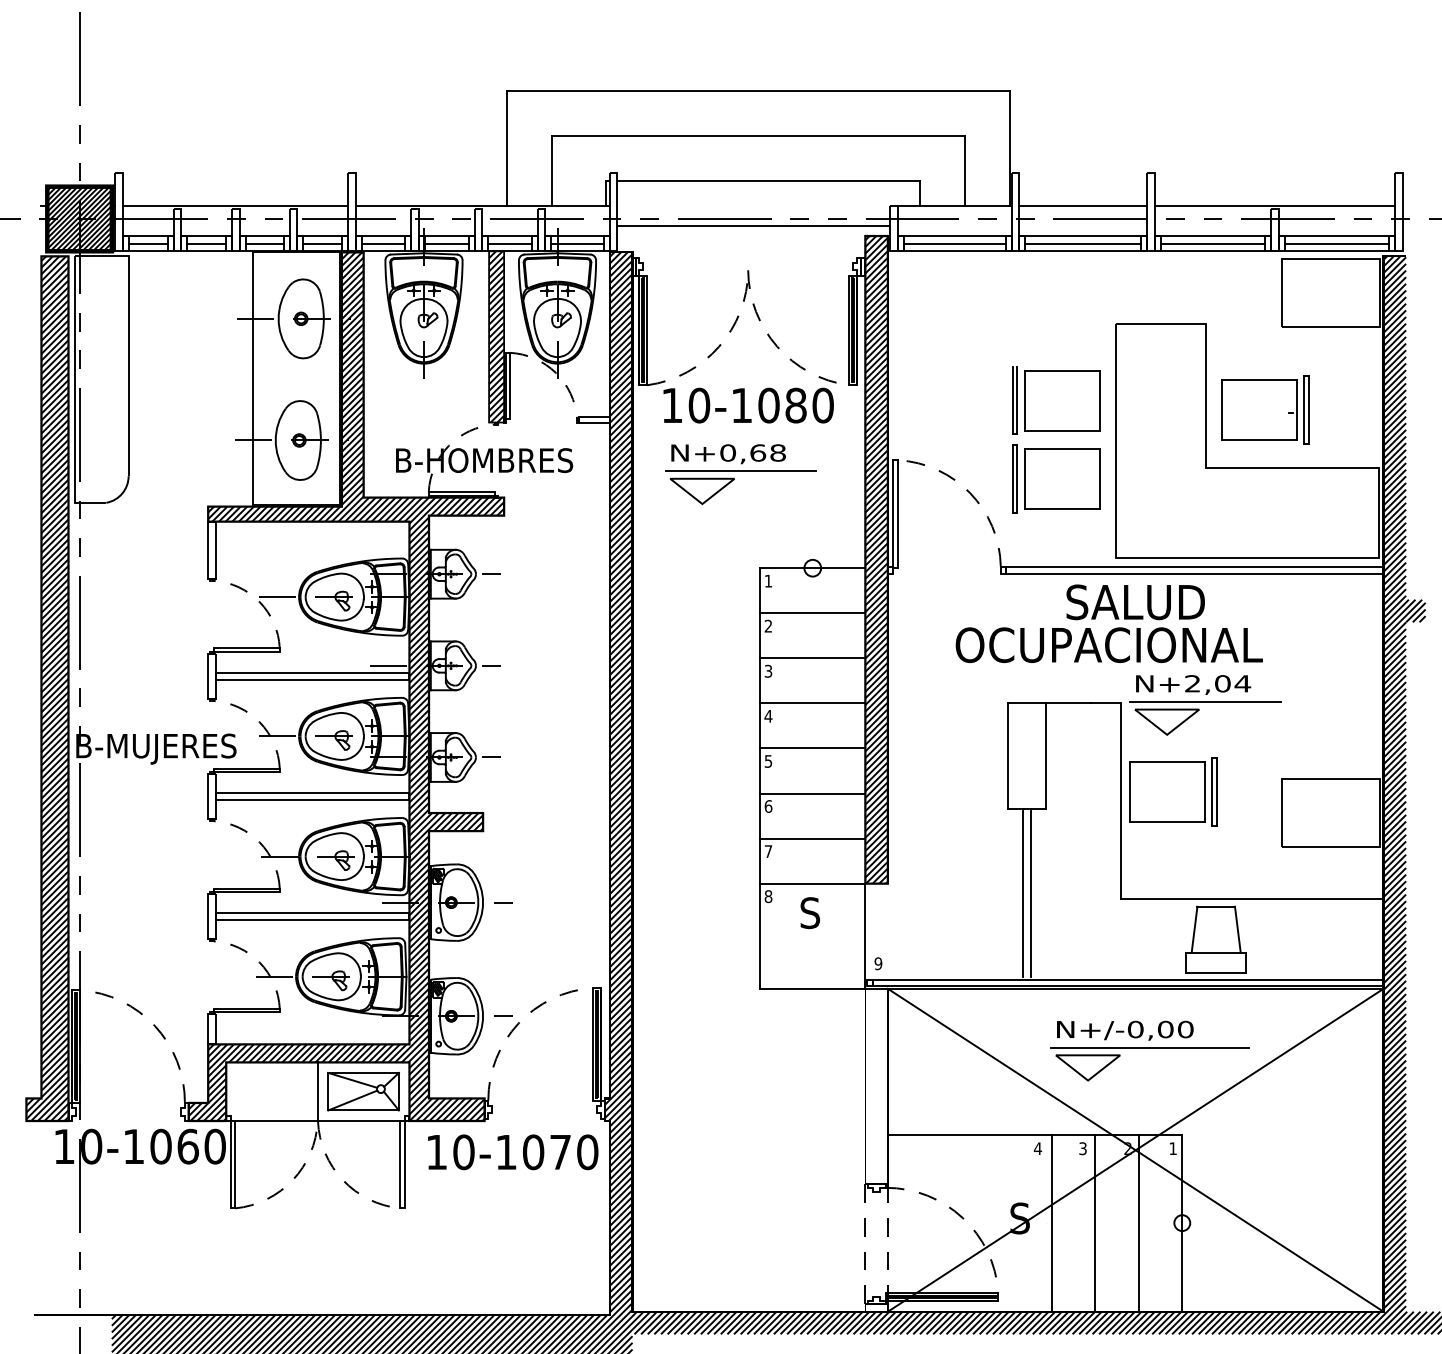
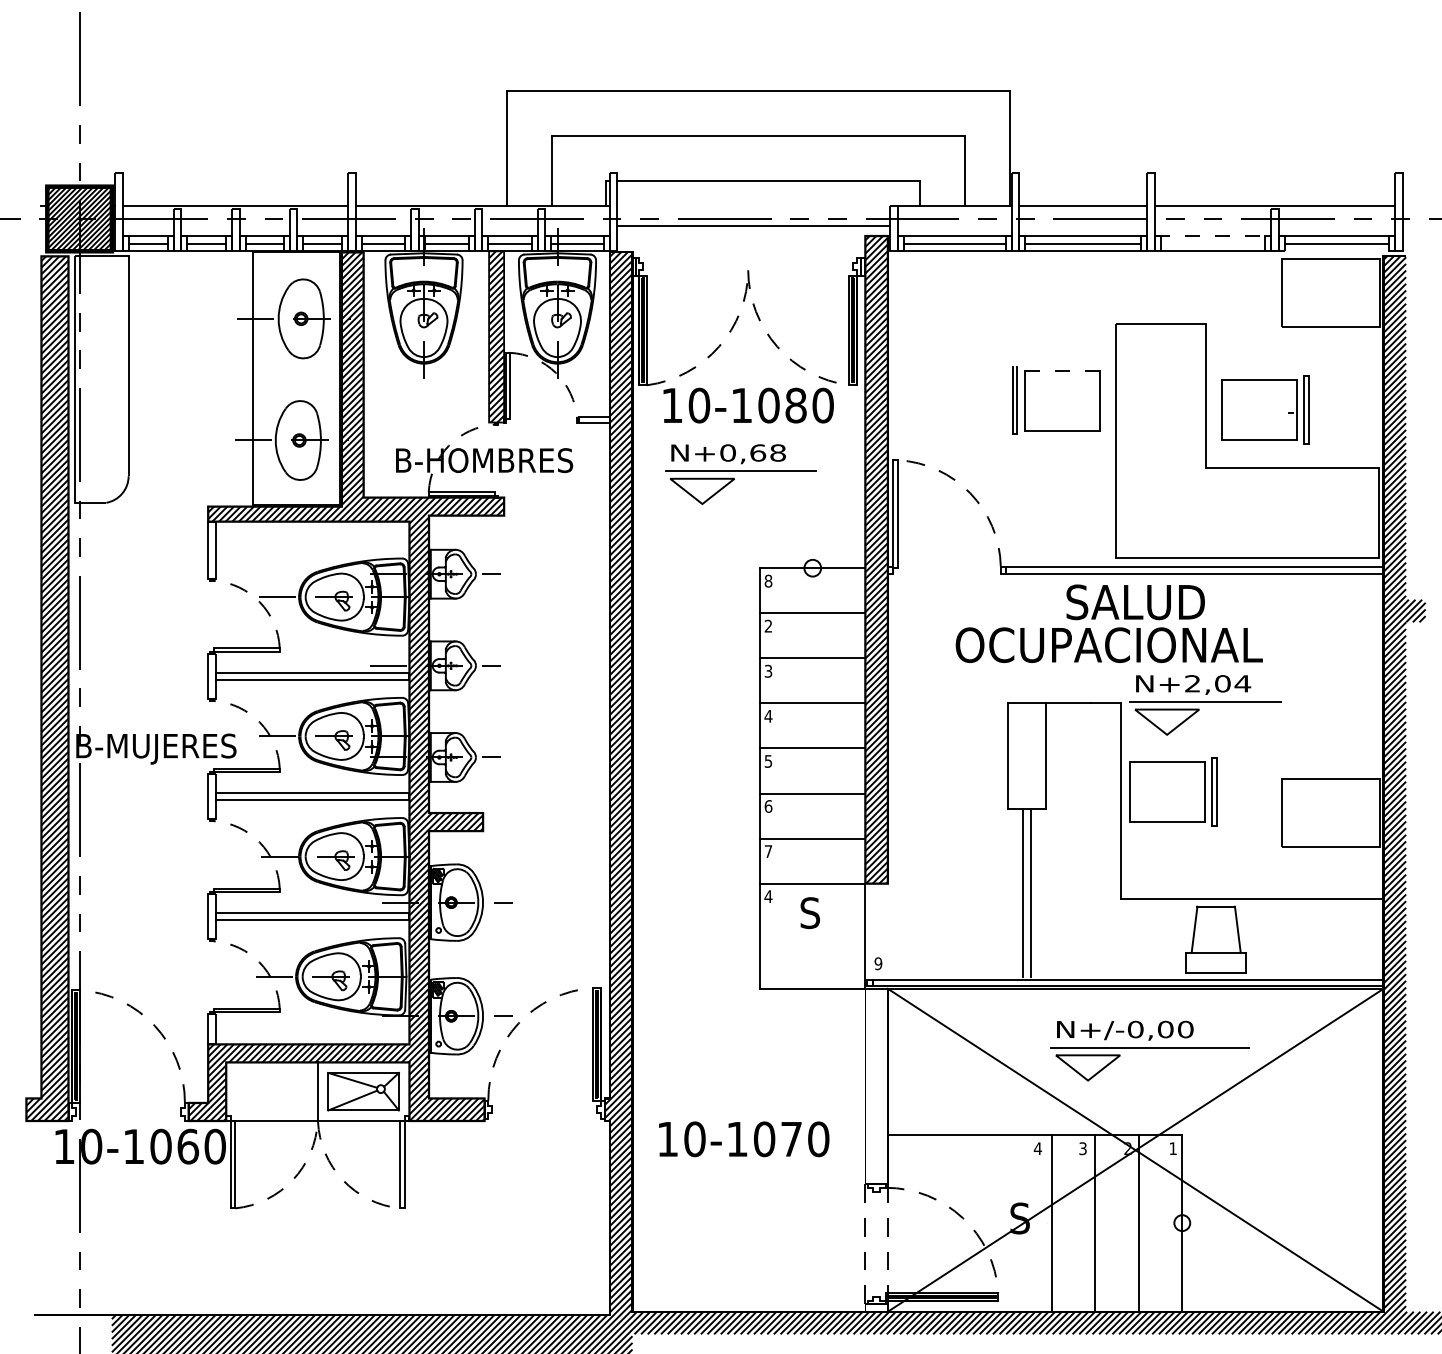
line at (1213, 236): solid -> dashed
line at (1212, 243): present -> none
line at (1336, 251): present -> none
line at (1062, 370): solid -> dashed
part at (1056, 478): present -> none
text at (768, 580): 1 -> 8
text at (768, 896): 8 -> 4
text at (513, 1152) position: (513, 1152) -> (744, 1139)
